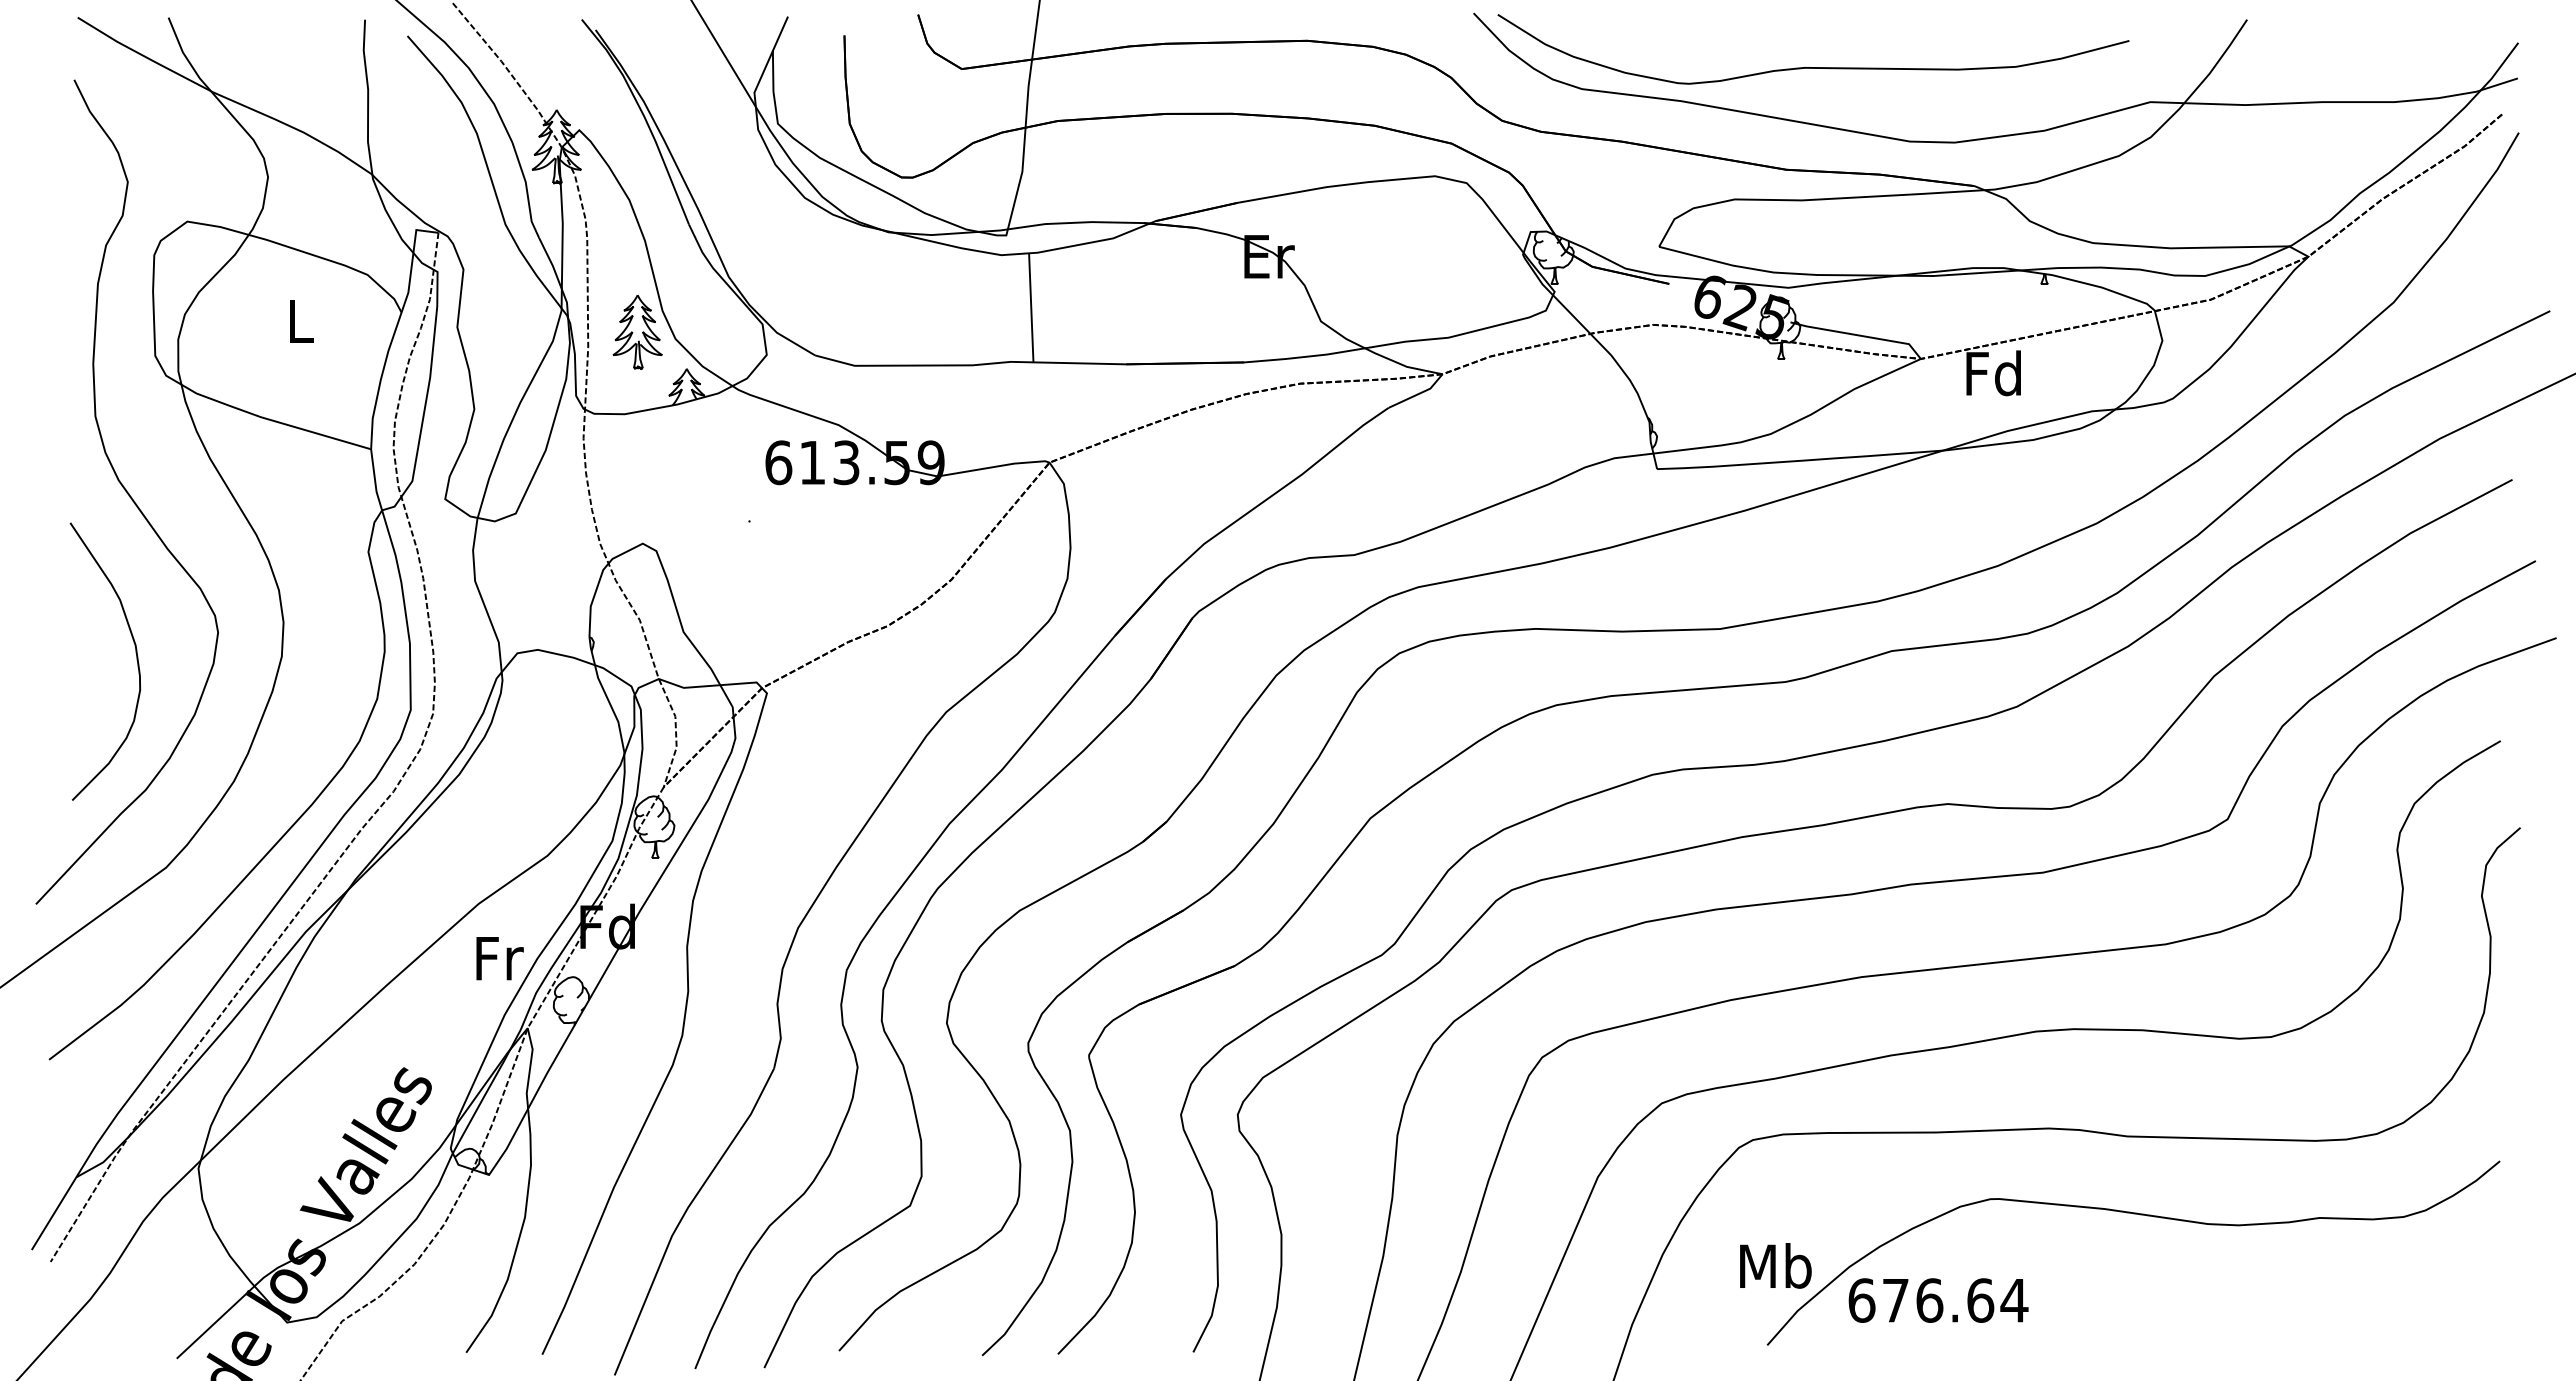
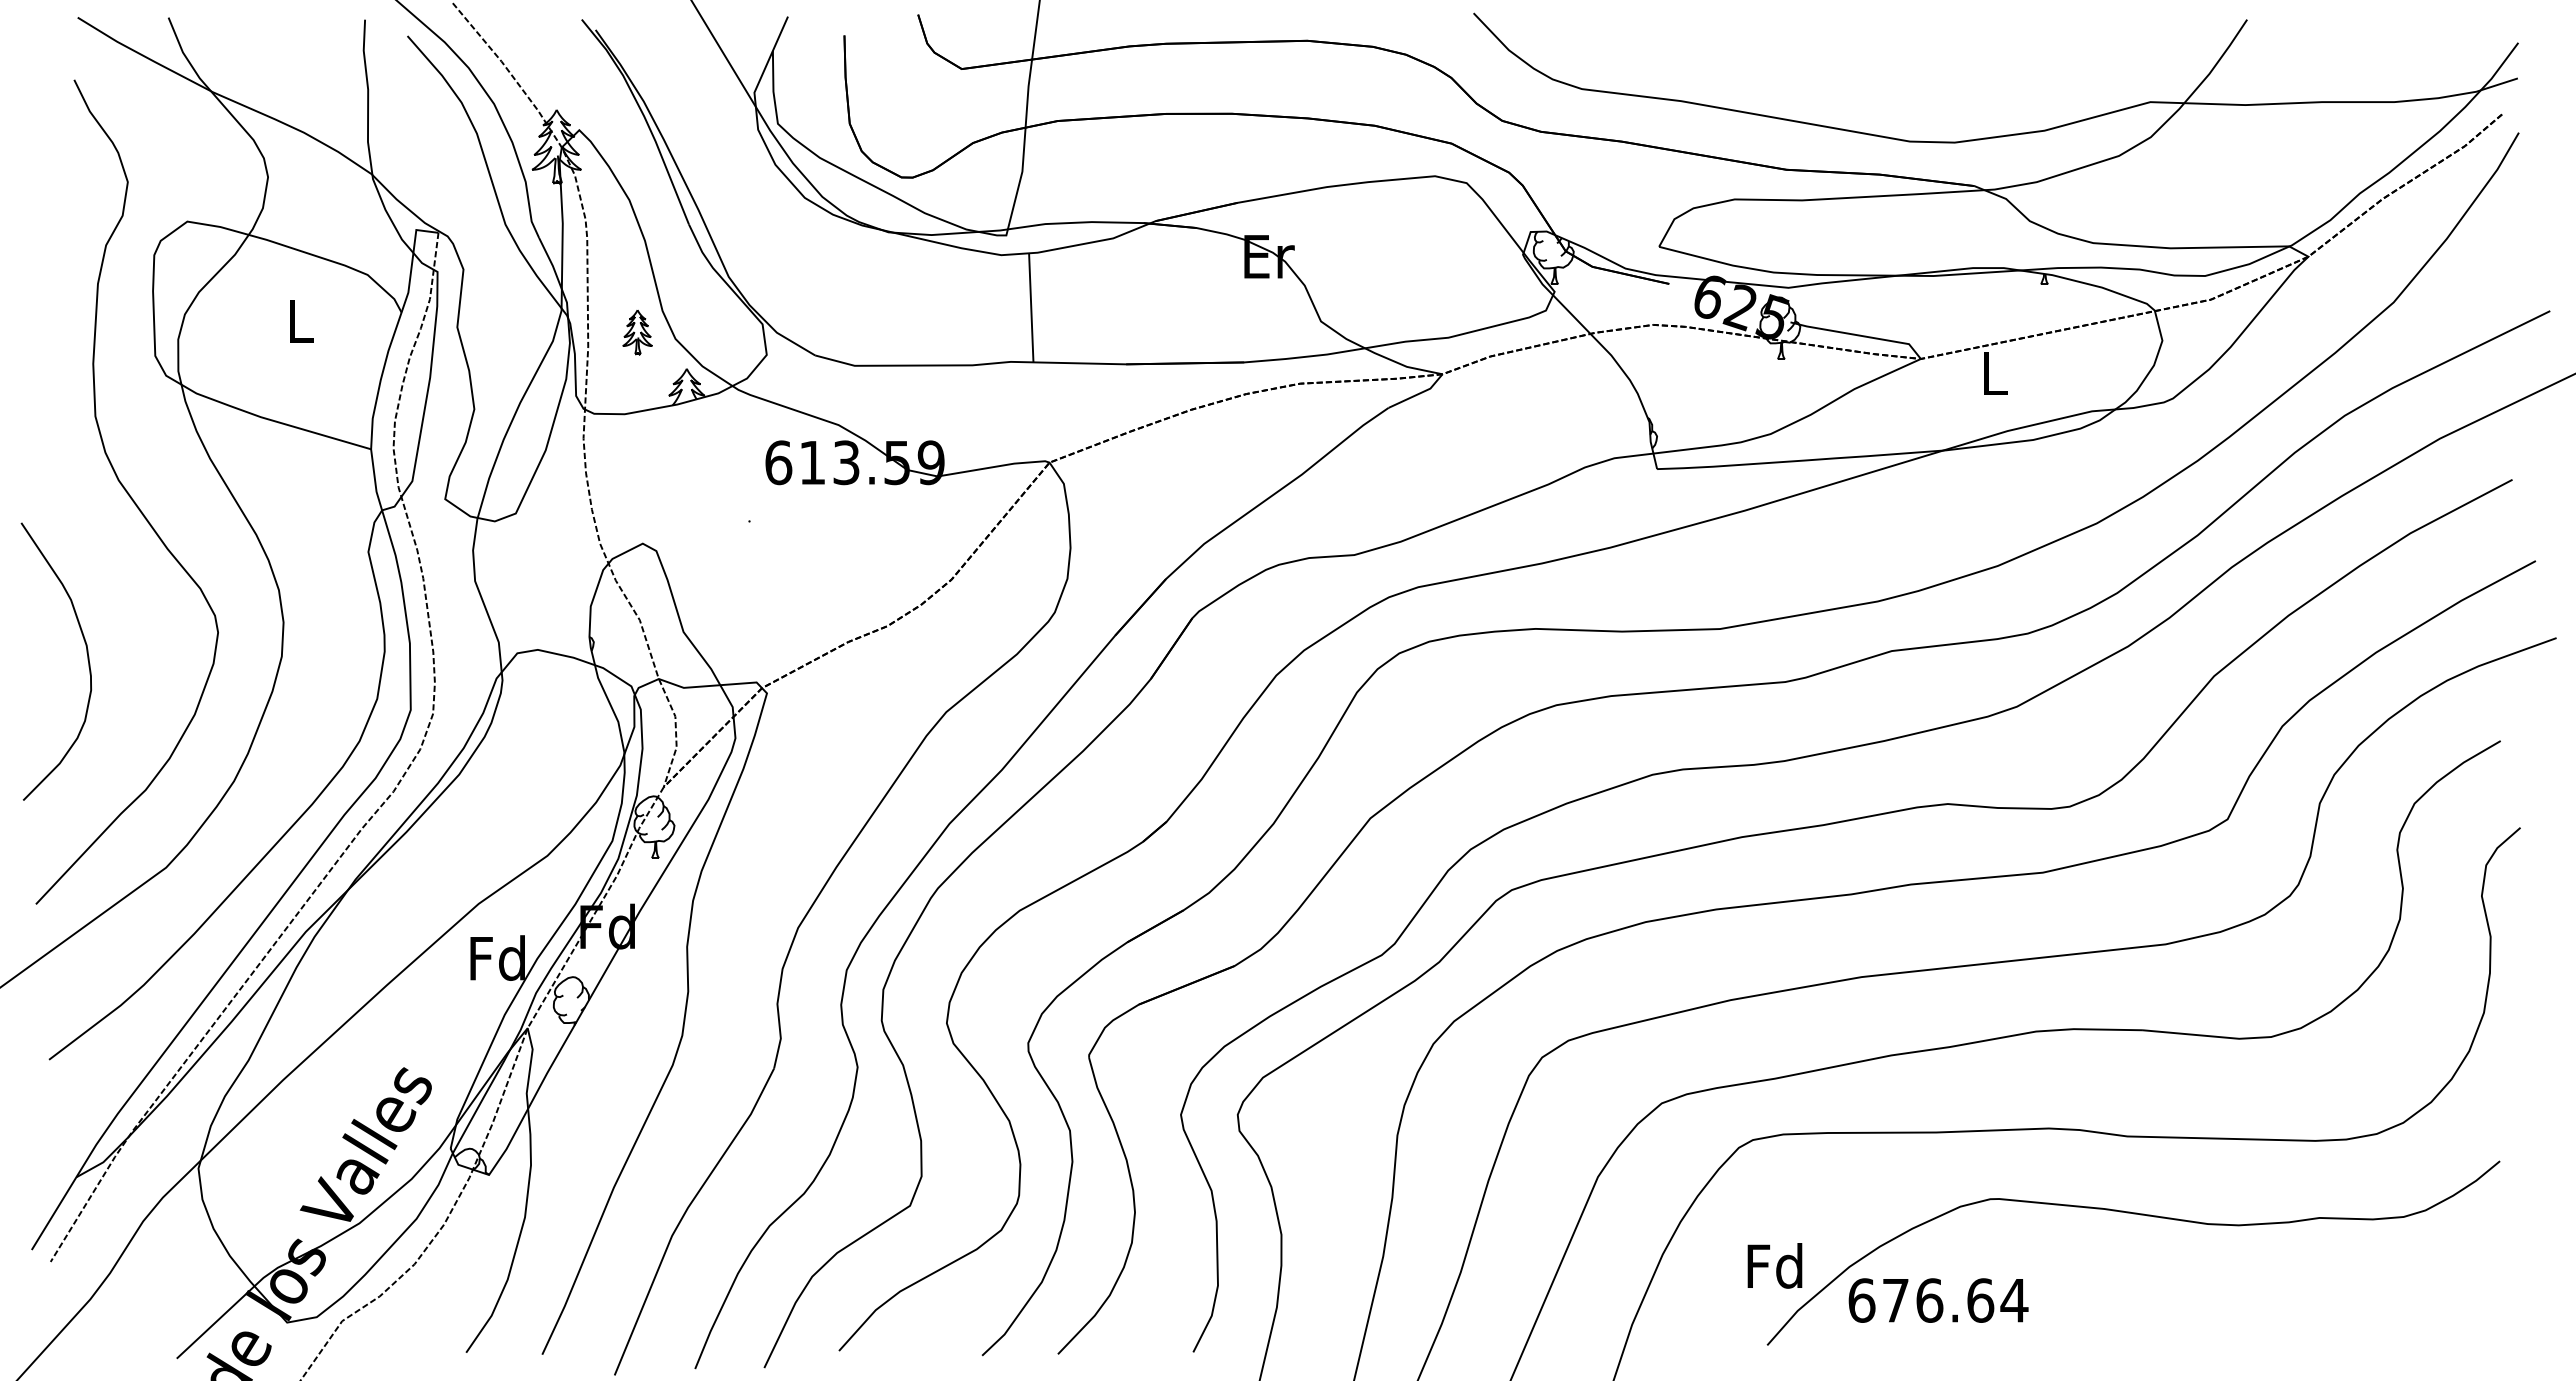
curve at (1813, 67): present -> none
part at (637, 332) size: 51x75 px -> 31x47 px
text at (1993, 373): Fd -> L
curve at (135, 653) position: (135, 653) -> (86, 653)
text at (497, 957): Fr -> Fd
text at (1775, 1265): Mb -> Fd
